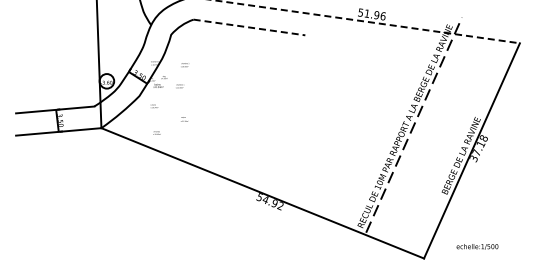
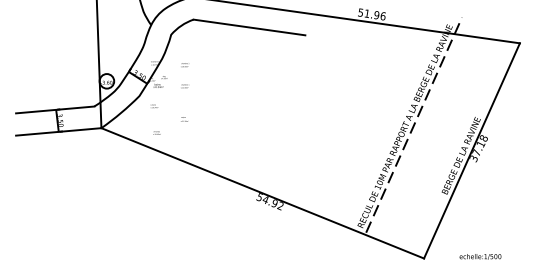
line at (366, 21): dashed -> solid
line at (250, 27): dashed -> solid
text at (179, 86) position: (179, 86) -> (184, 86)
text at (477, 246) position: (477, 246) -> (480, 256)
